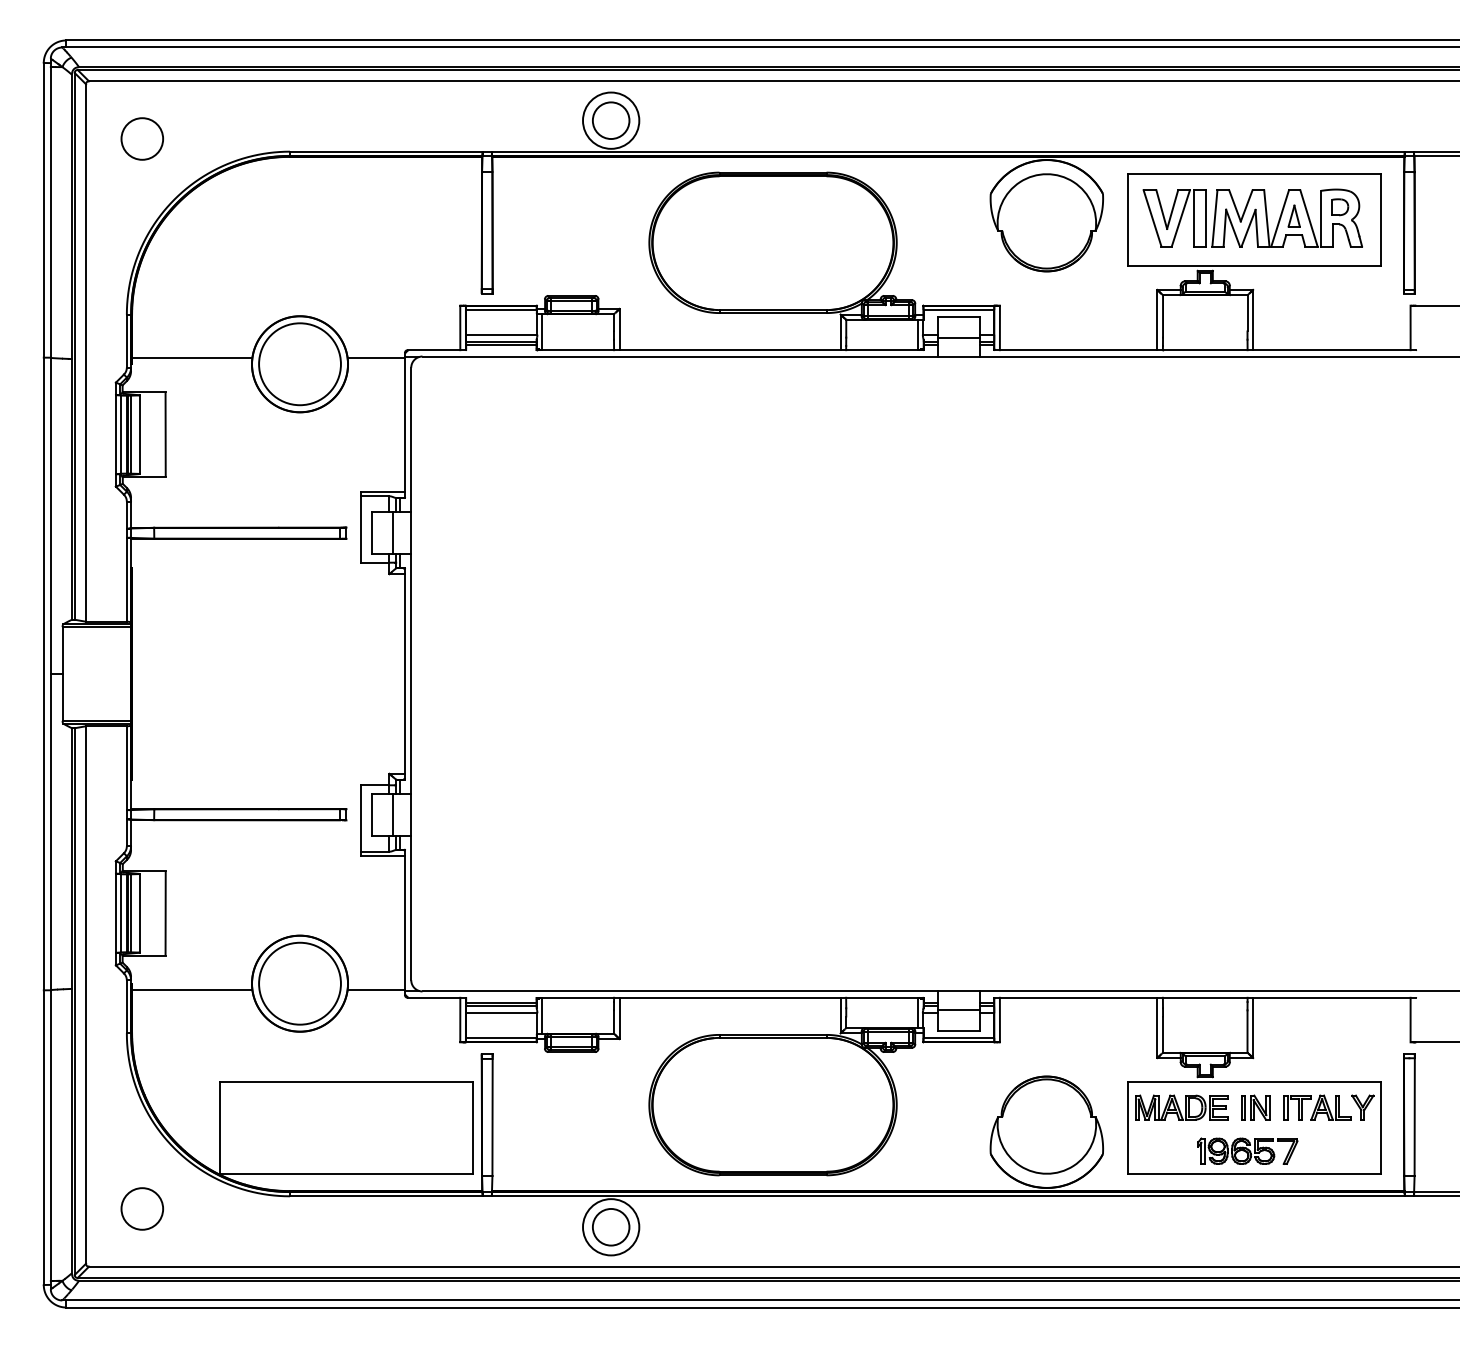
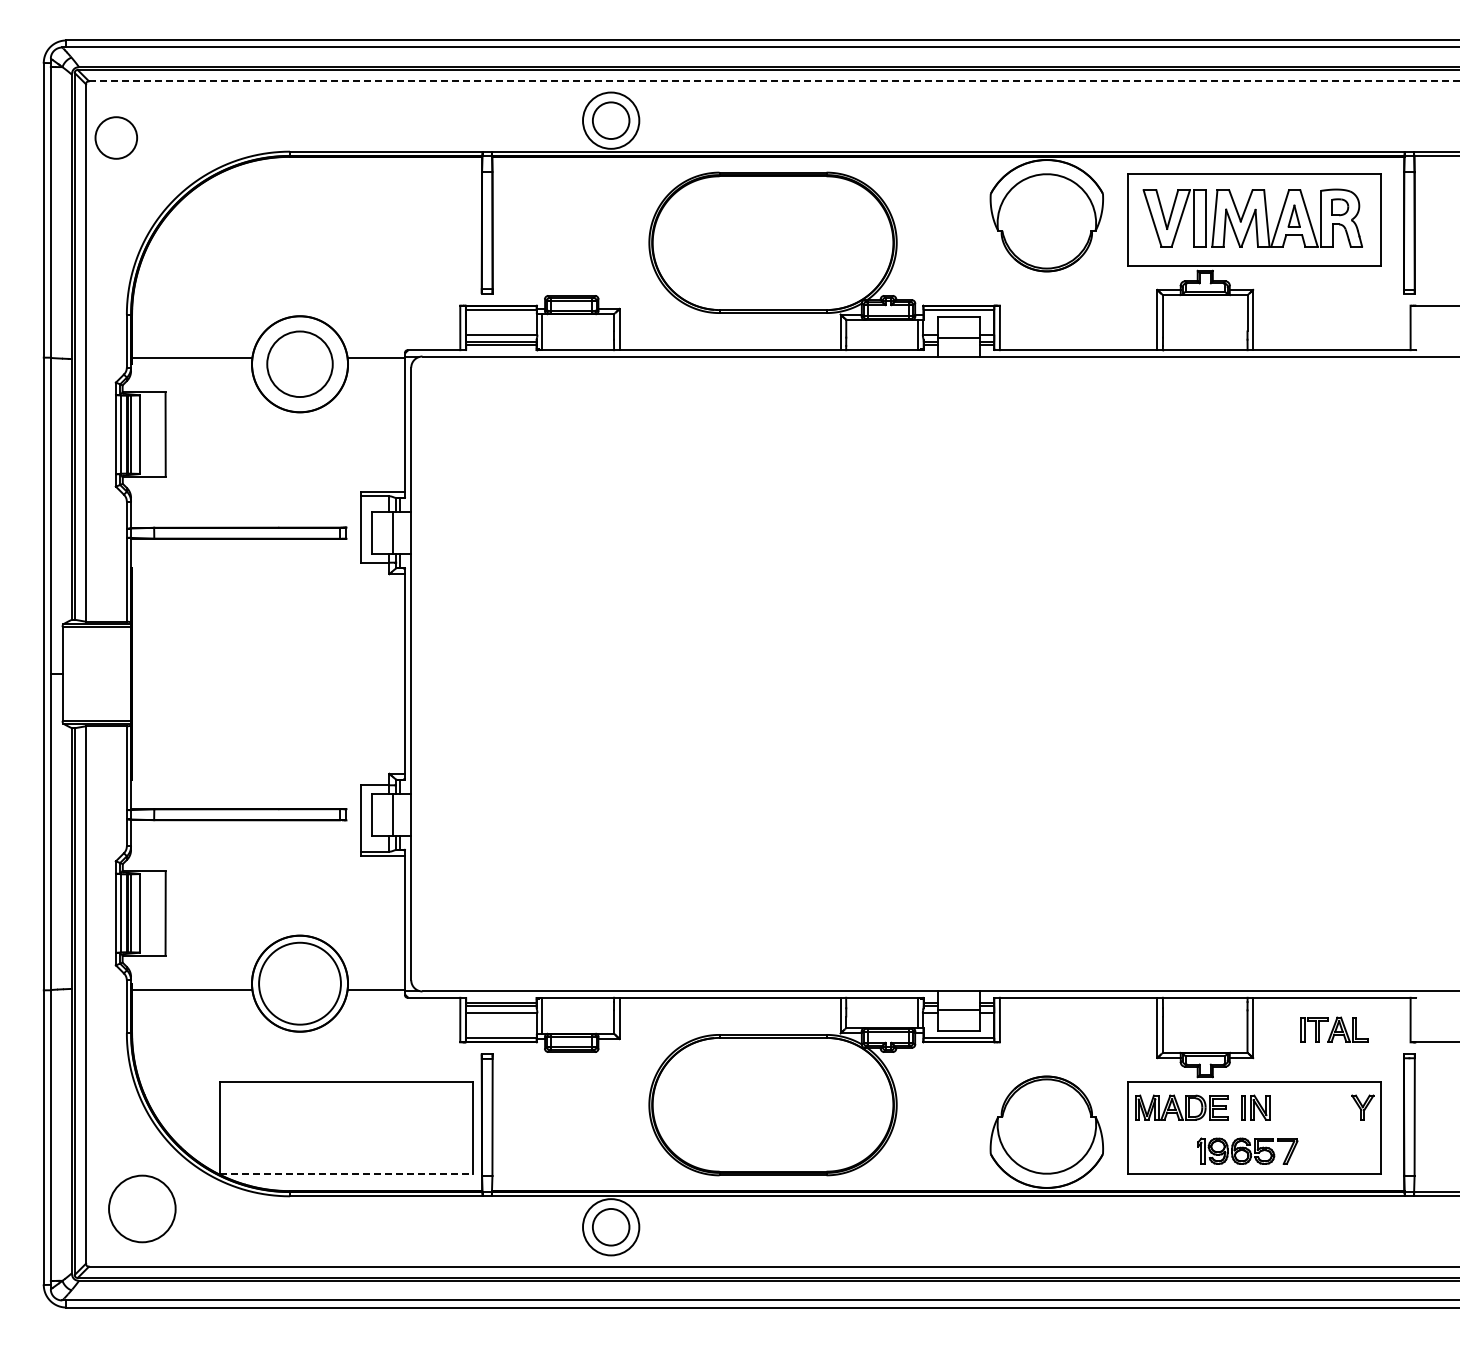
line at (774, 81): solid -> dashed
circle at (141, 138) position: (141, 138) -> (115, 137)
circle at (299, 364) diameter: 82 px -> 66 px
part at (1317, 1107) position: (1317, 1107) -> (1334, 1029)
line at (346, 1173): solid -> dashed
circle at (142, 1208) diameter: 42 px -> 67 px
